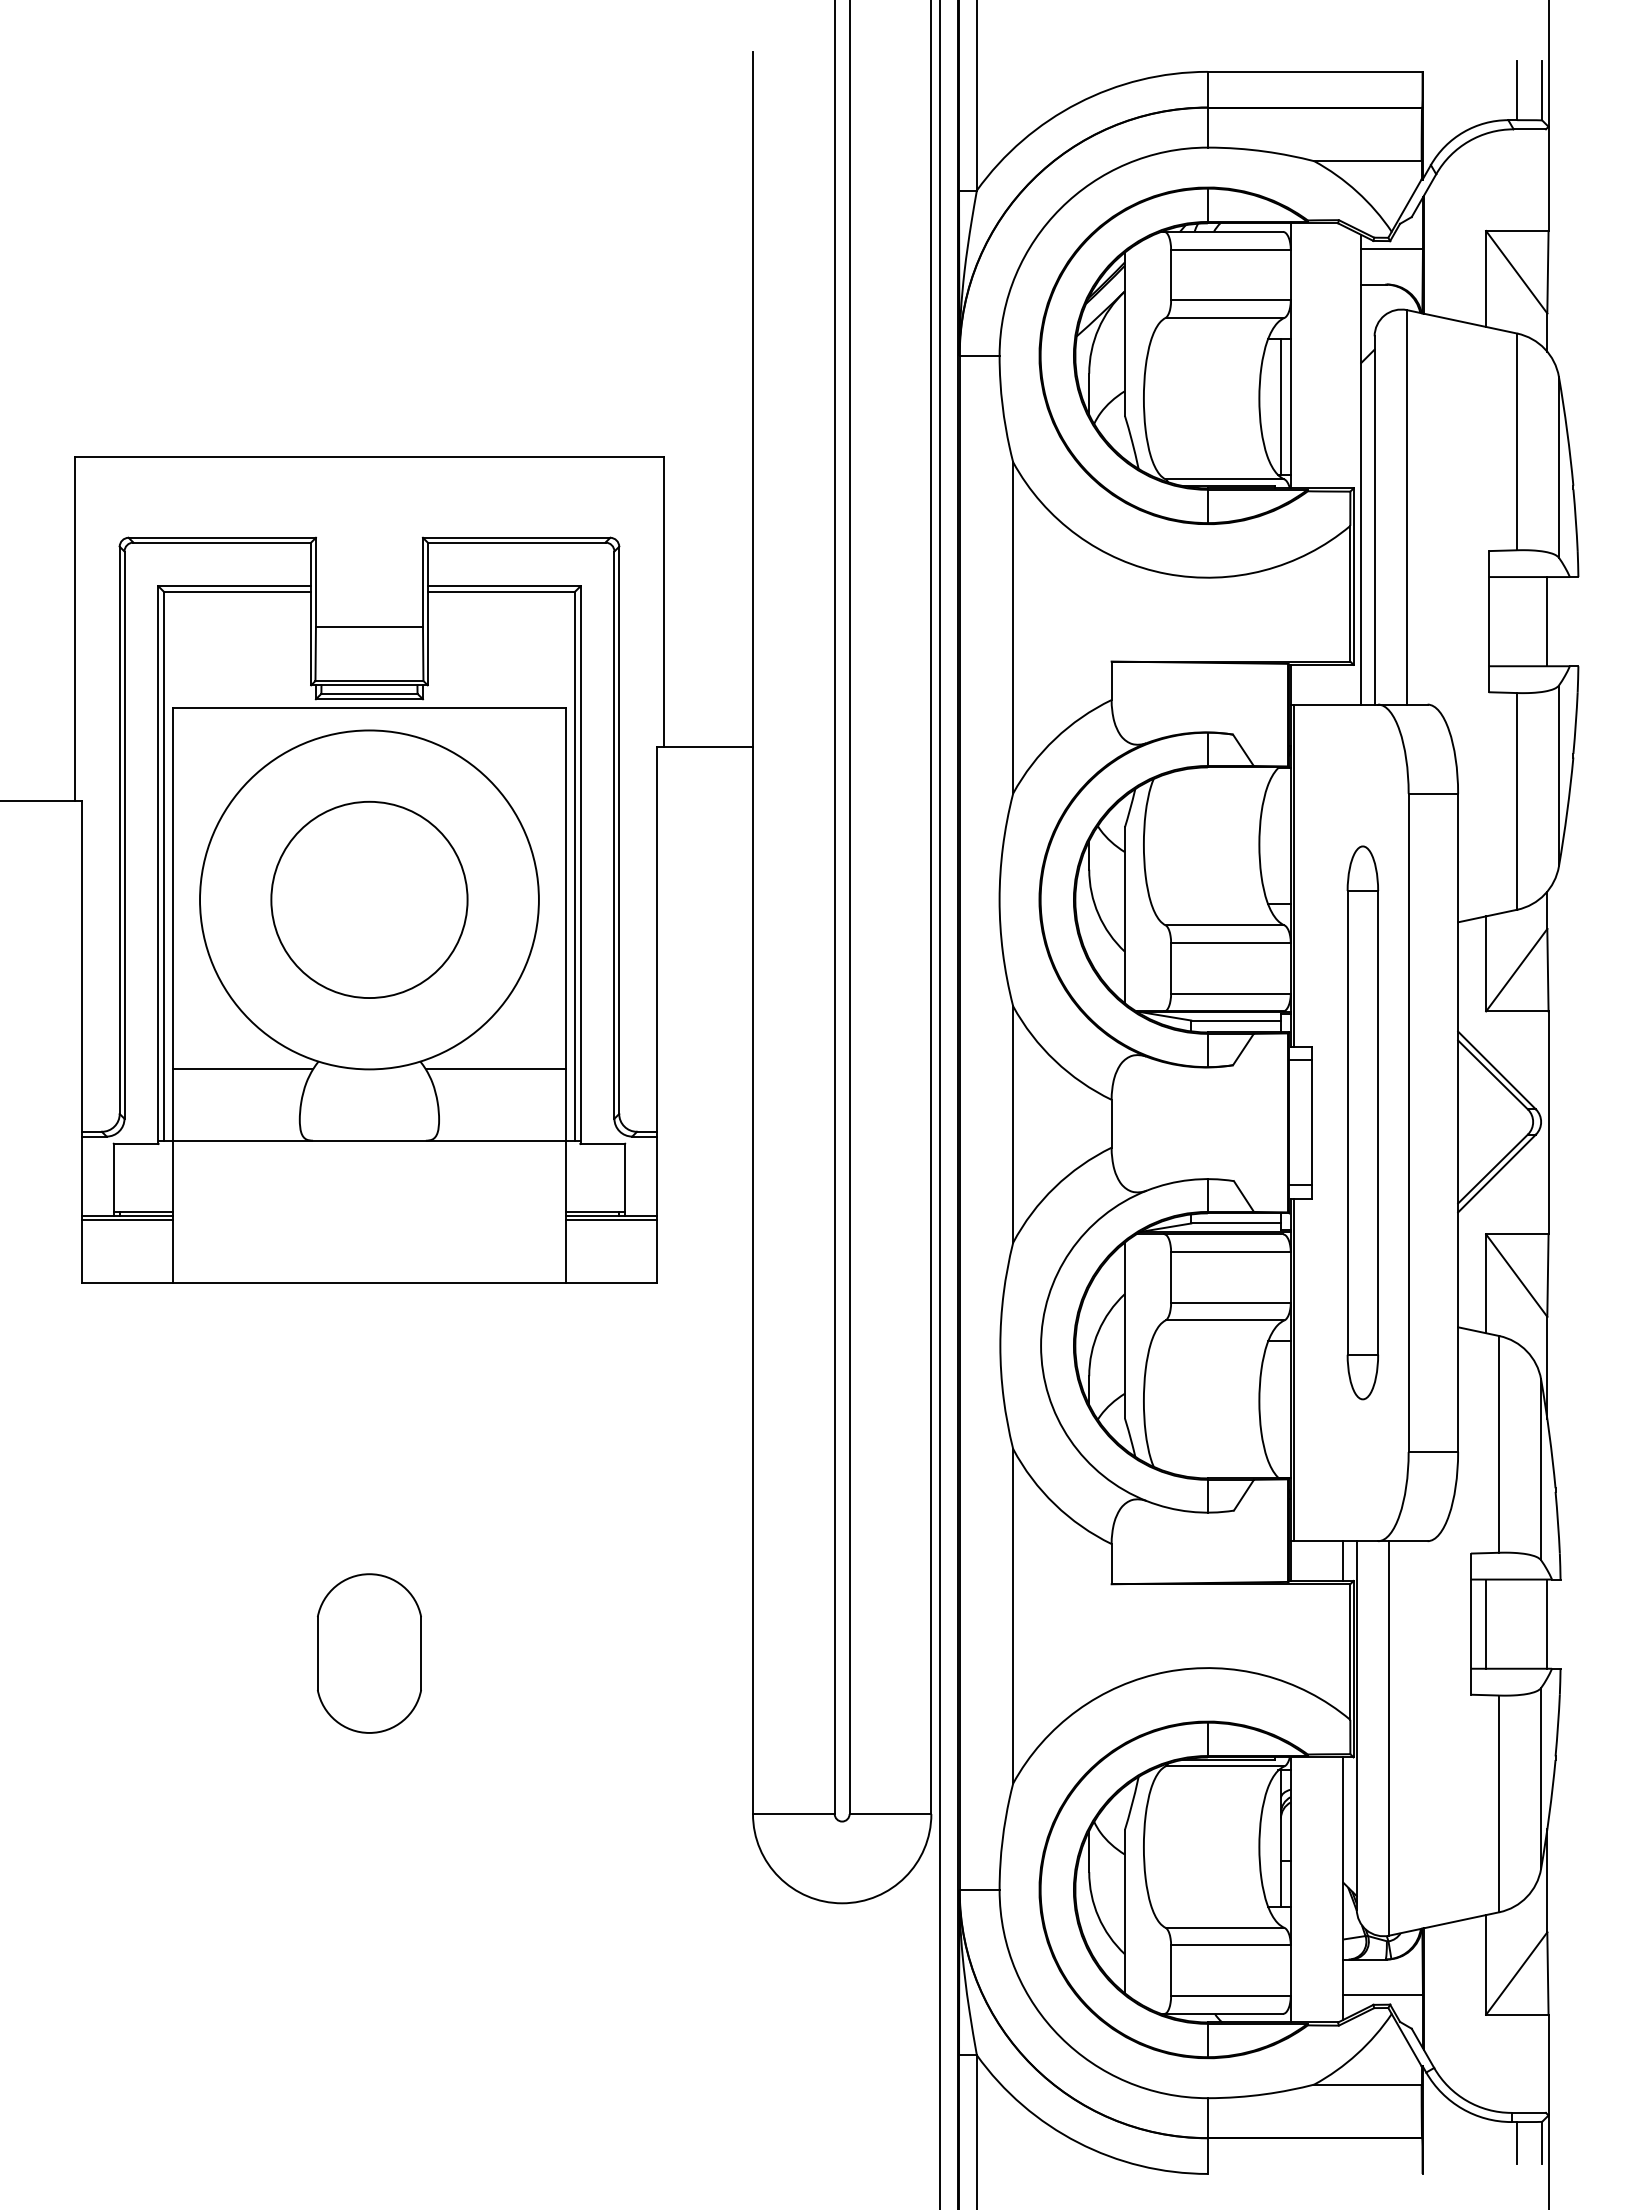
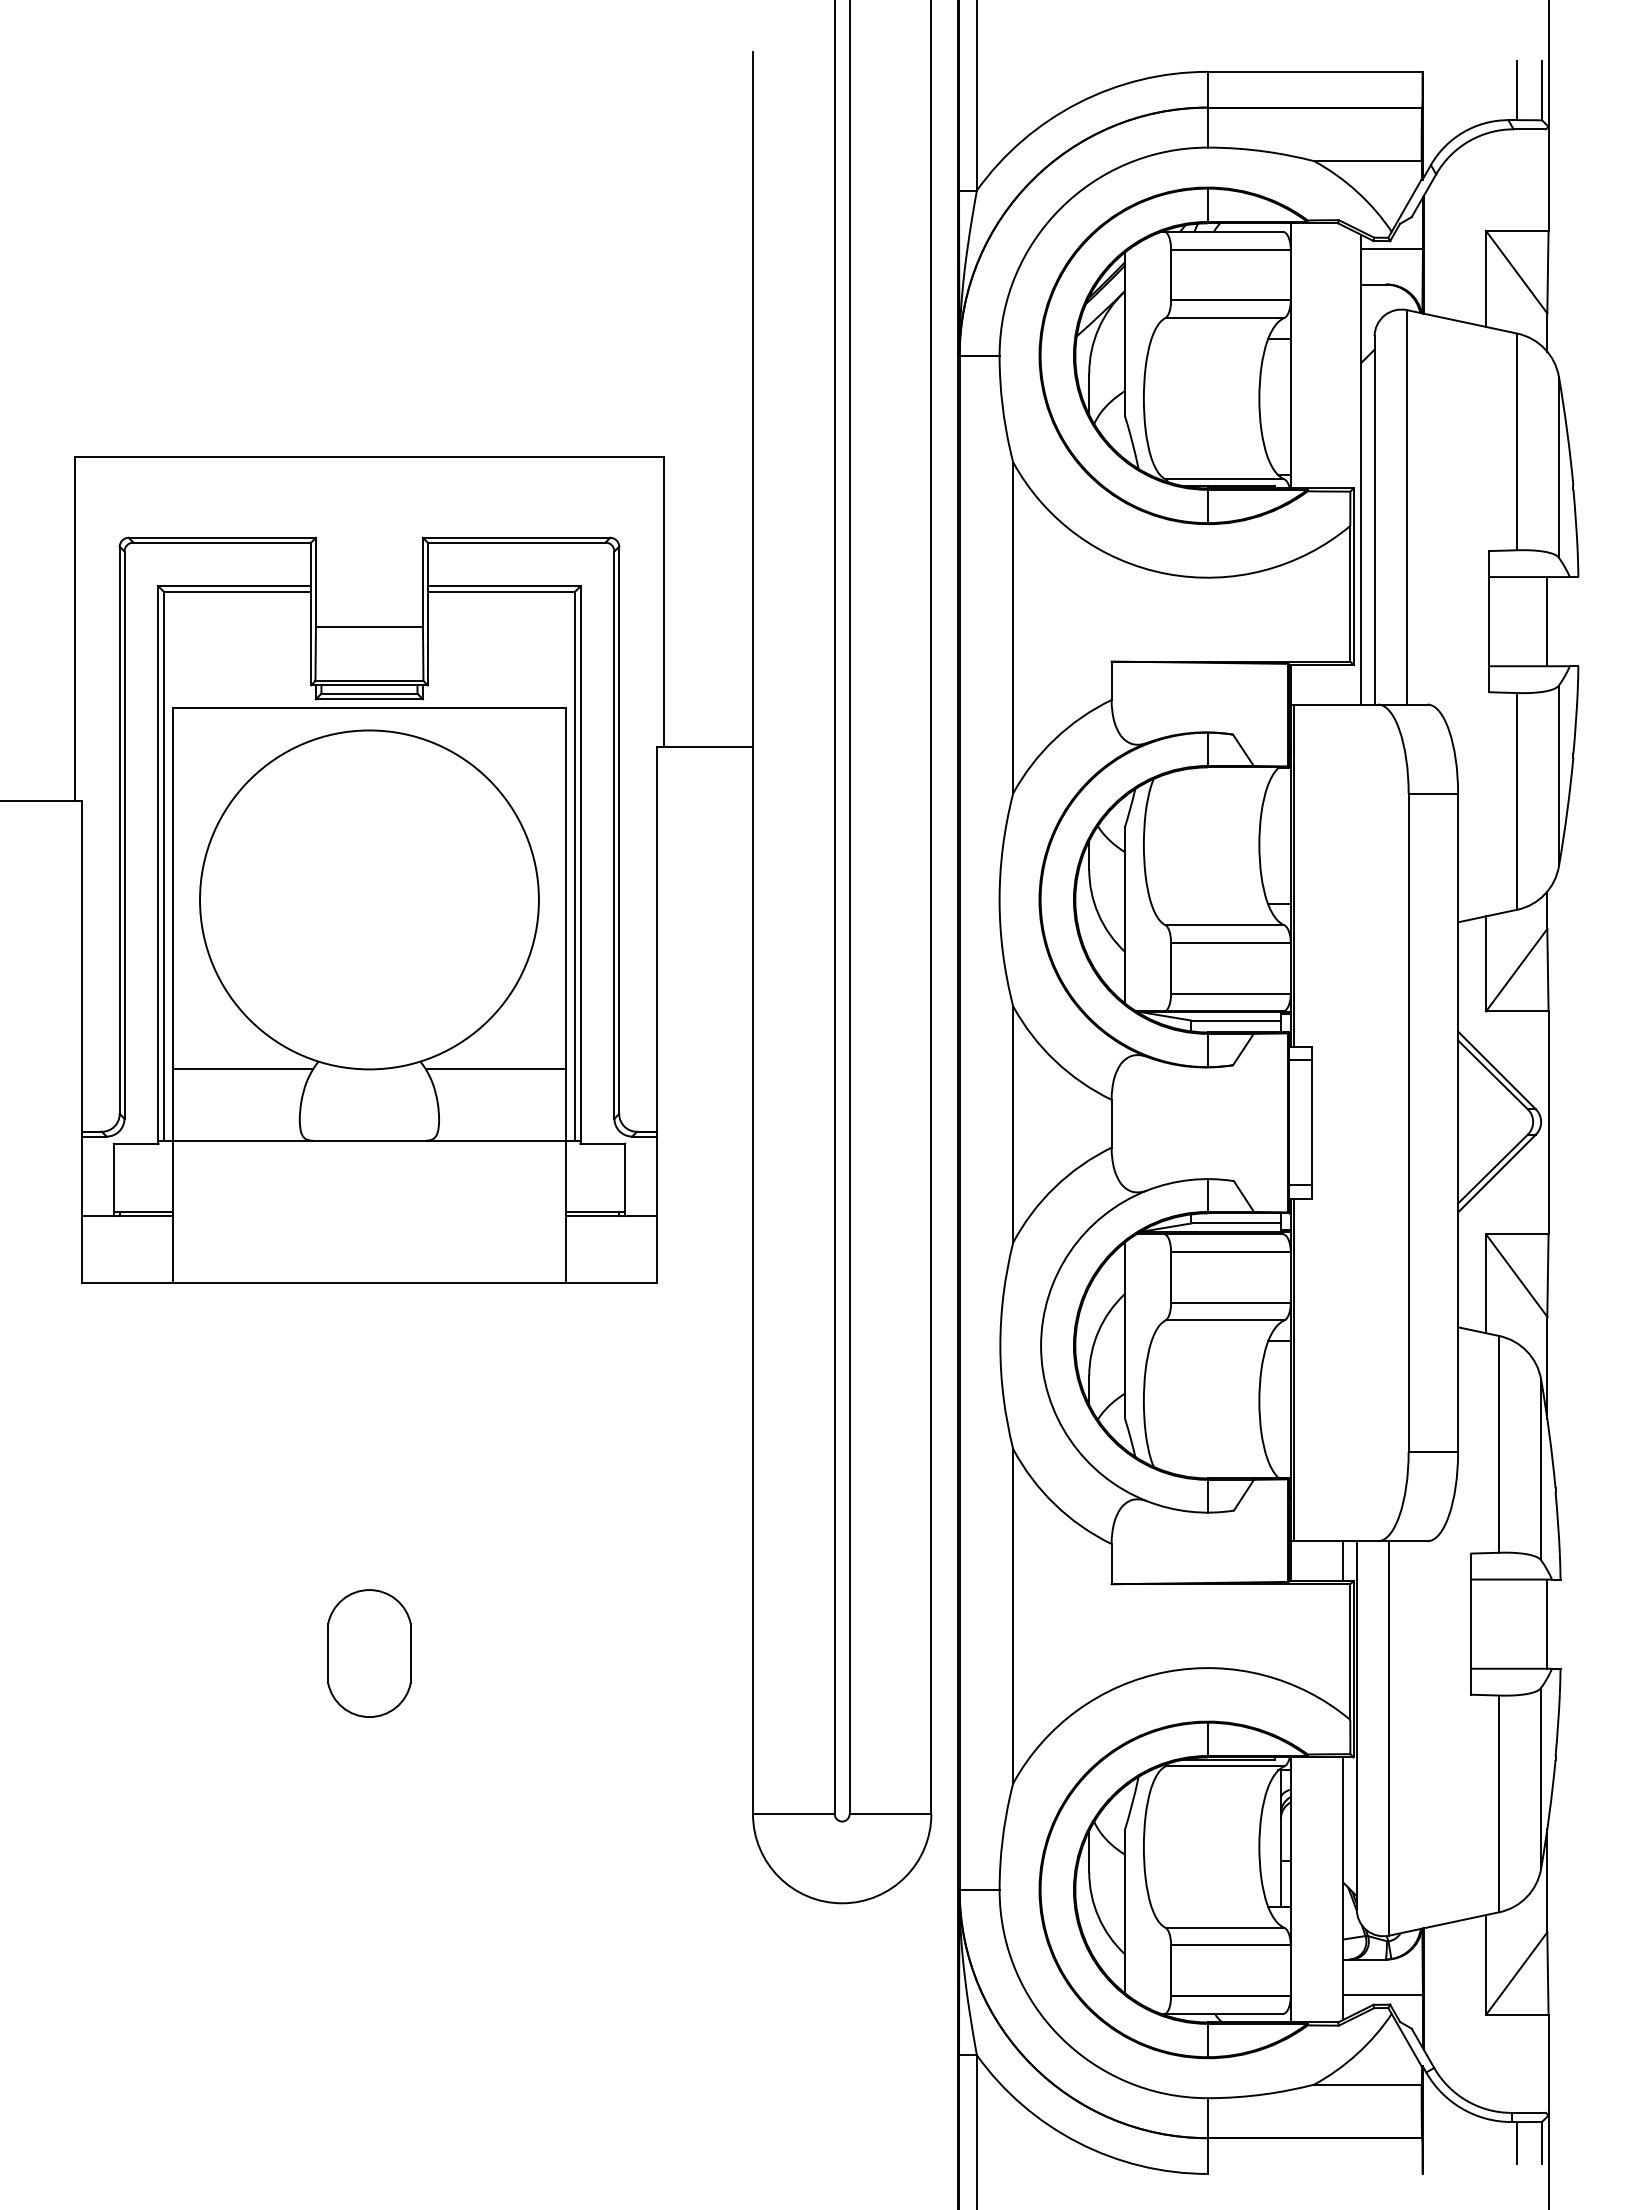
line at (1280, 406): present -> none
circle at (369, 899): present -> none
line at (940, 1104): present -> none
part at (1362, 1122): present -> none
line at (127, 1220): present -> none
line at (610, 1220): present -> none
line at (1486, 1623): present -> none
part at (369, 1653) size: 105x161 px -> 85x129 px
